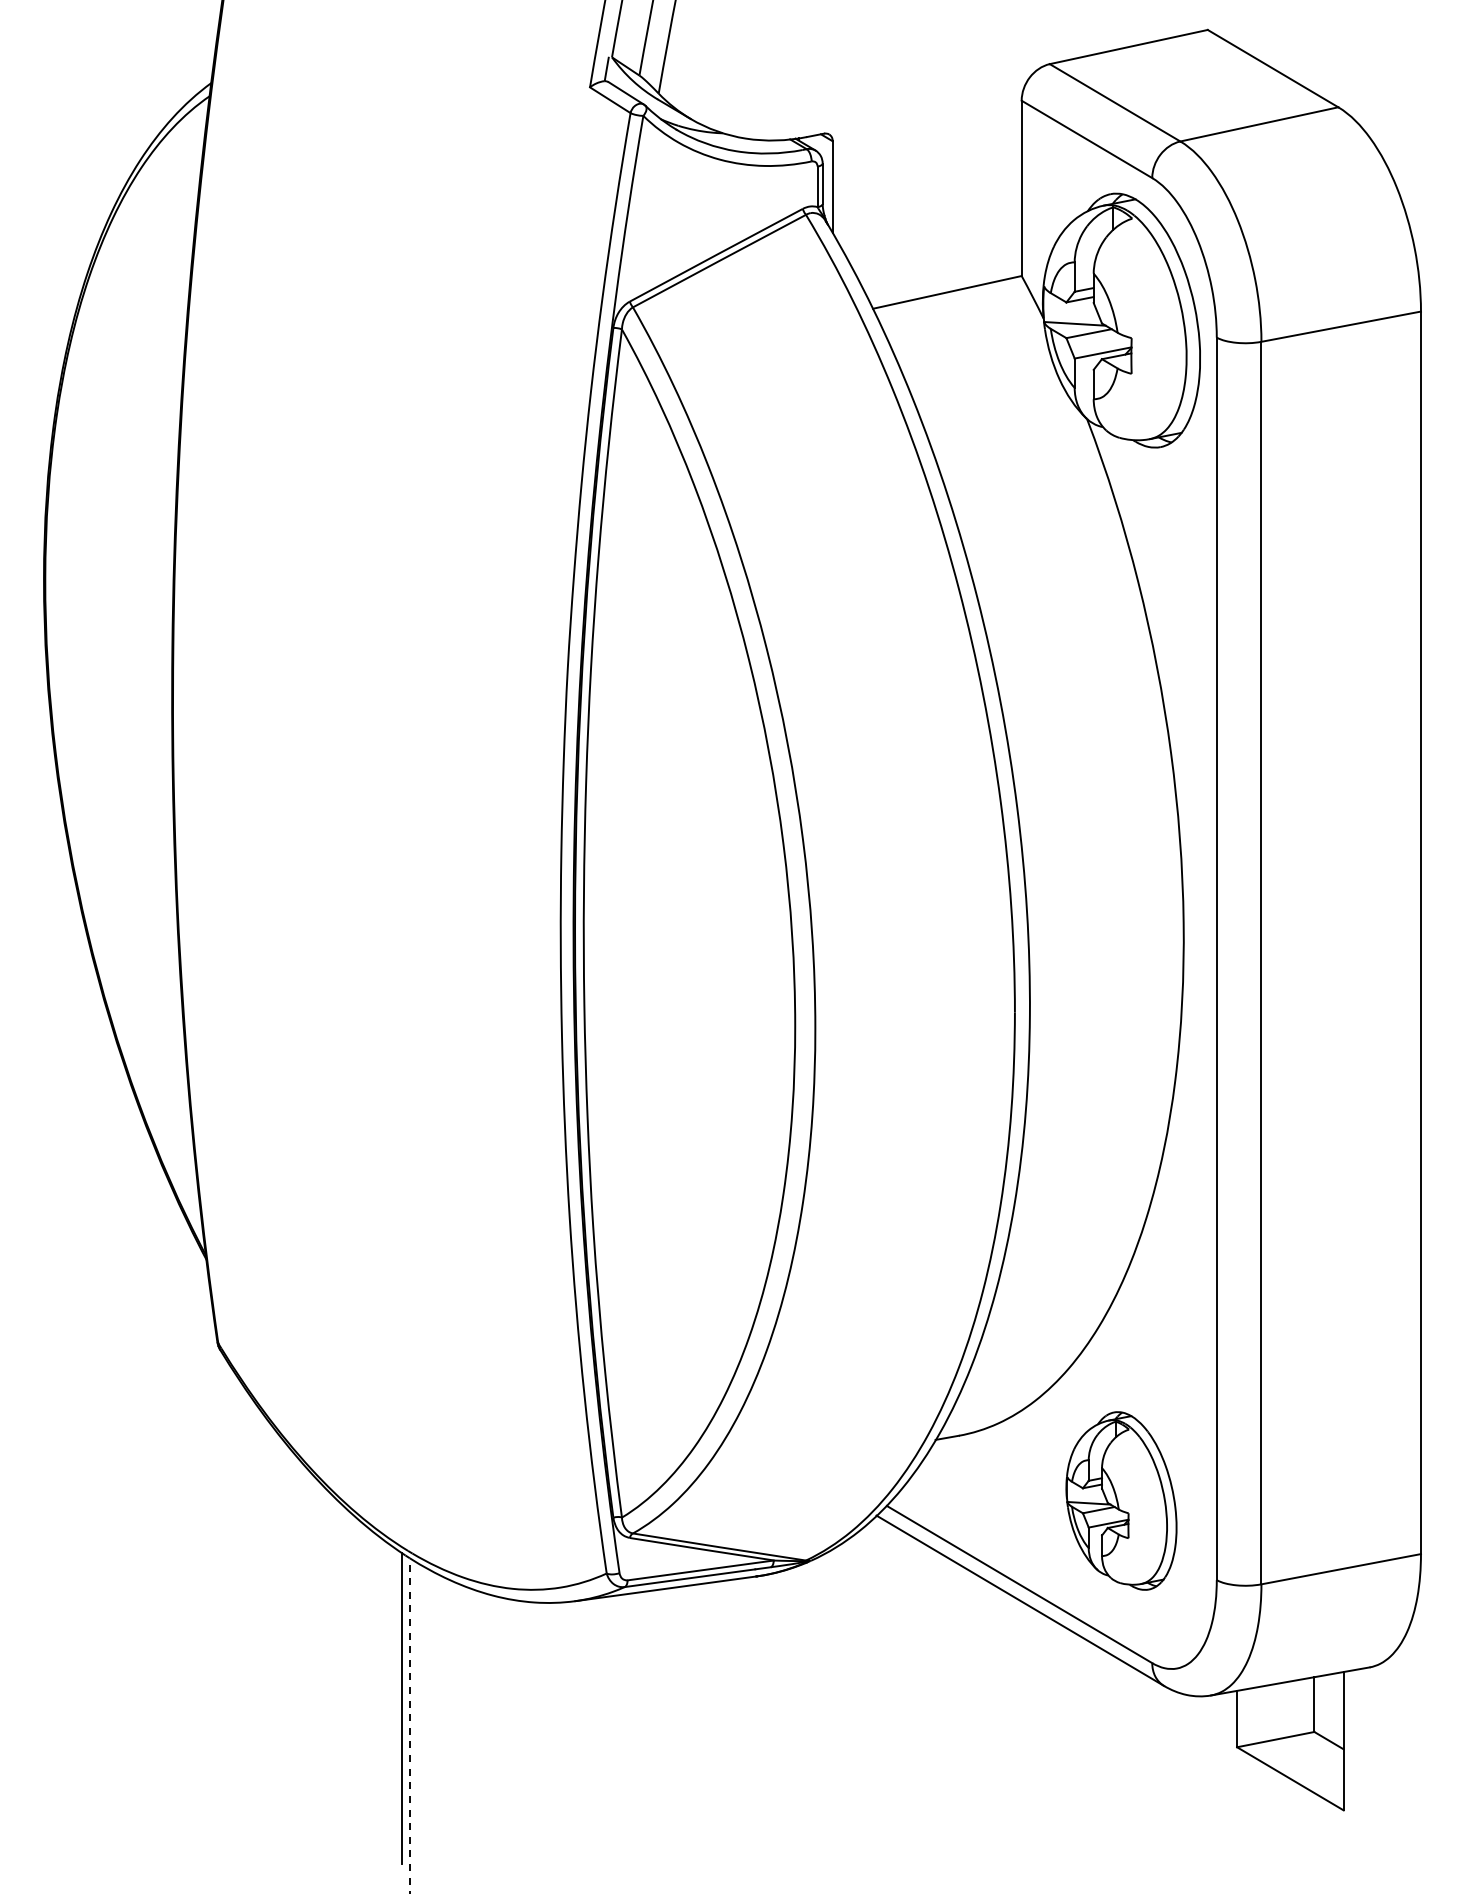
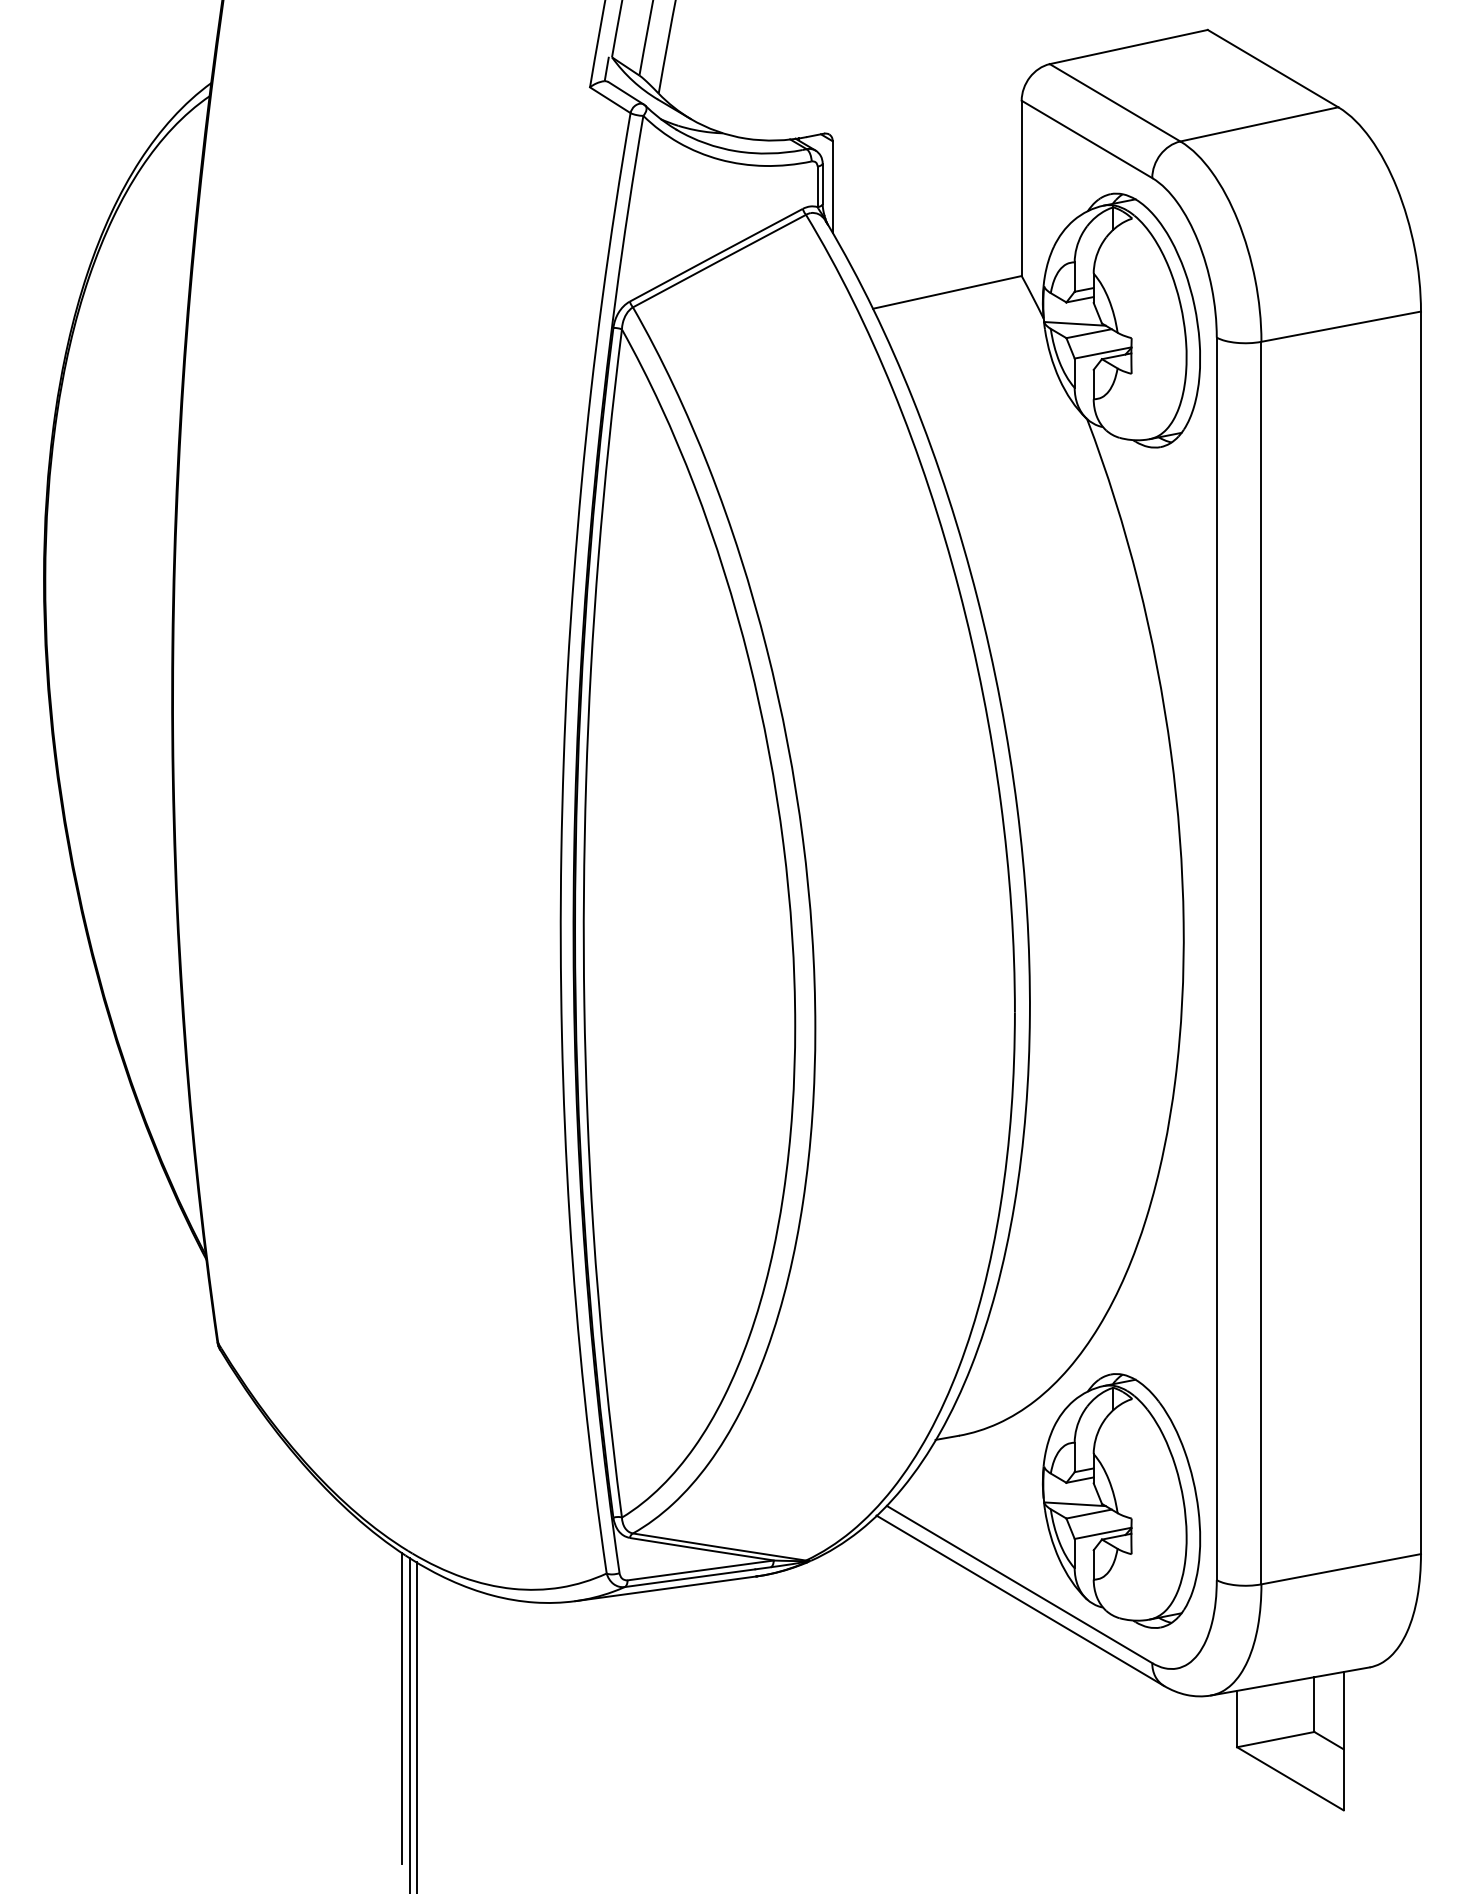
part at (1121, 1500) size: 113x180 px -> 161x256 px
line at (410, 1725): dashed -> solid
line at (416, 1726): none -> present
